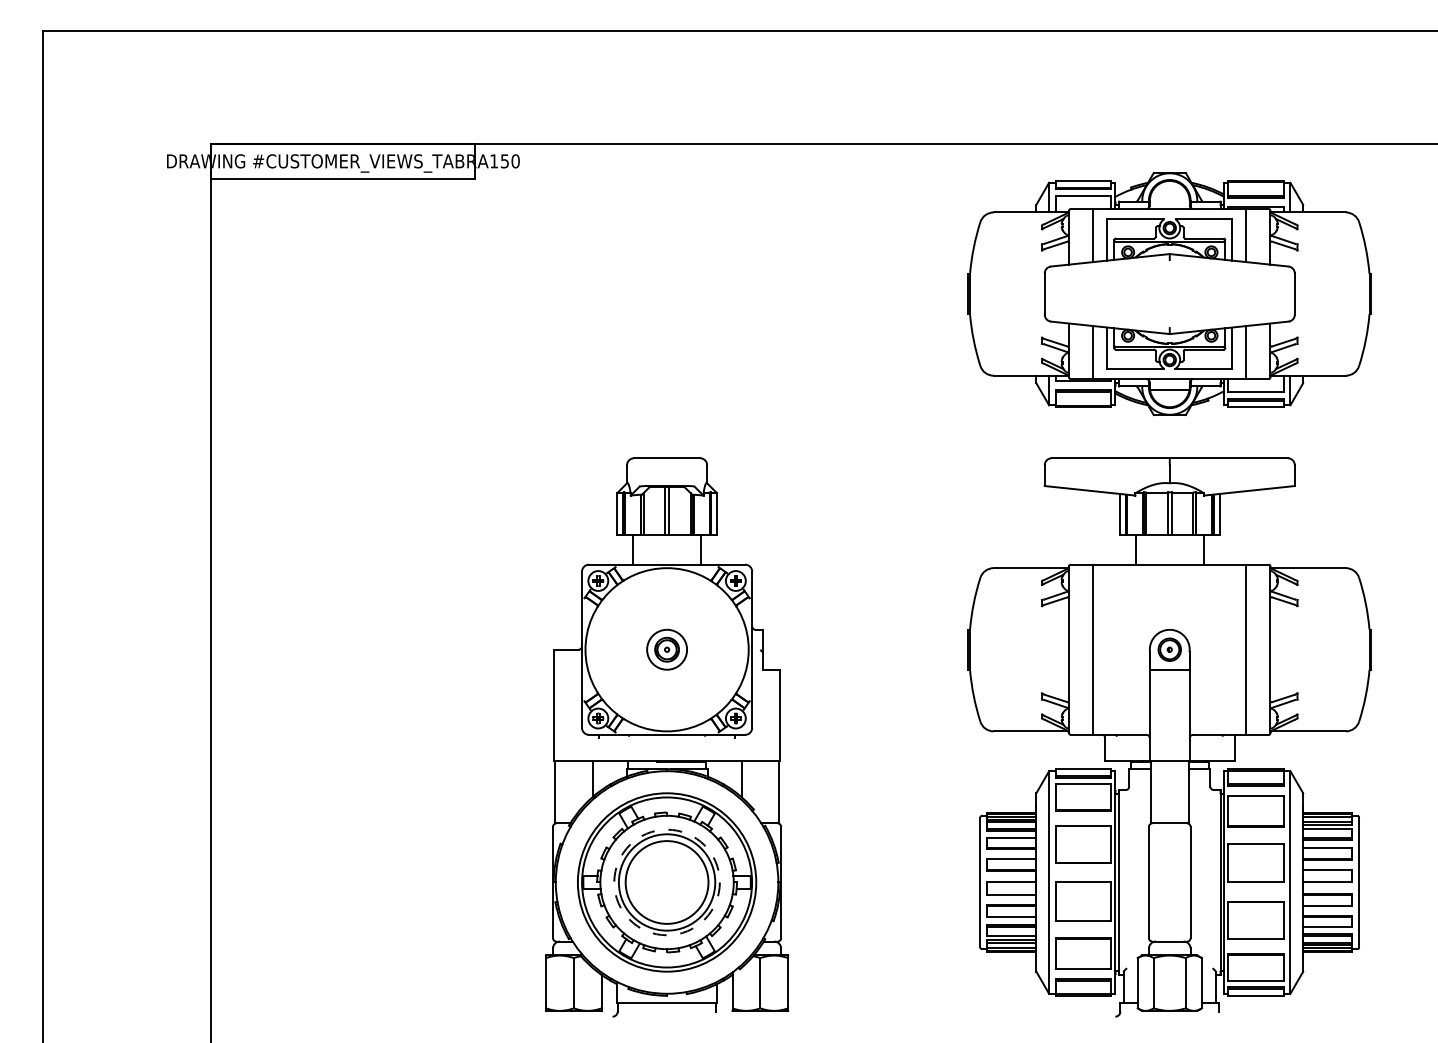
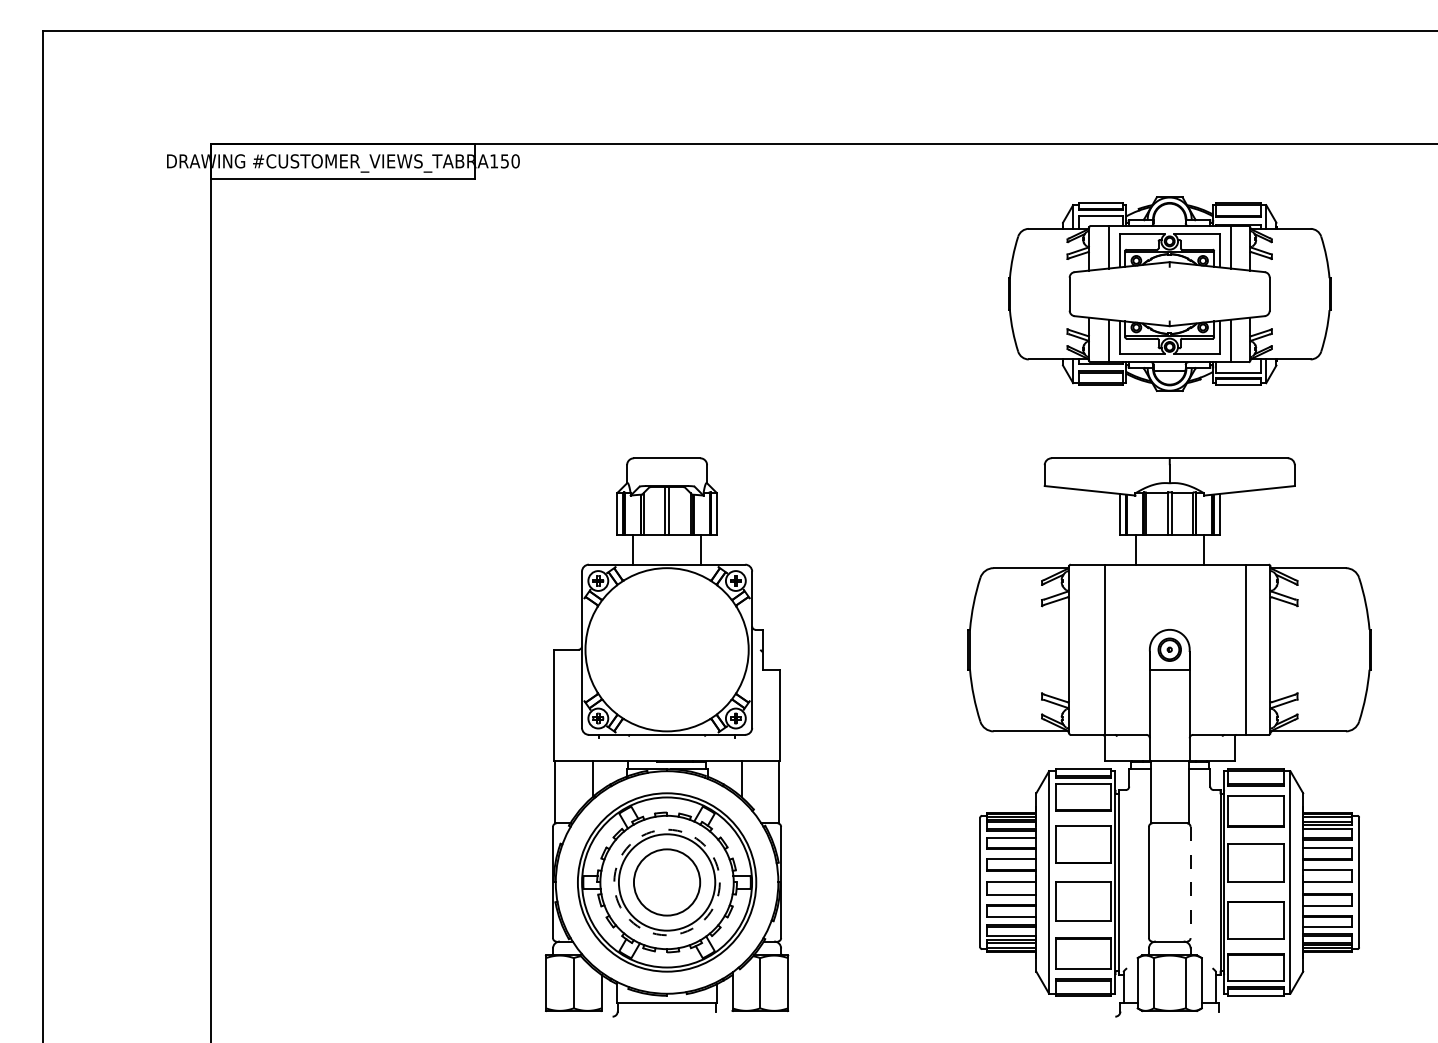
part at (1169, 294) size: 405x245 px -> 324x196 px
part at (666, 649): present -> none
line at (1093, 649) position: (1093, 649) -> (1105, 649)
circle at (666, 882) diameter: 83 px -> 66 px
line at (1190, 882): solid -> dashed
